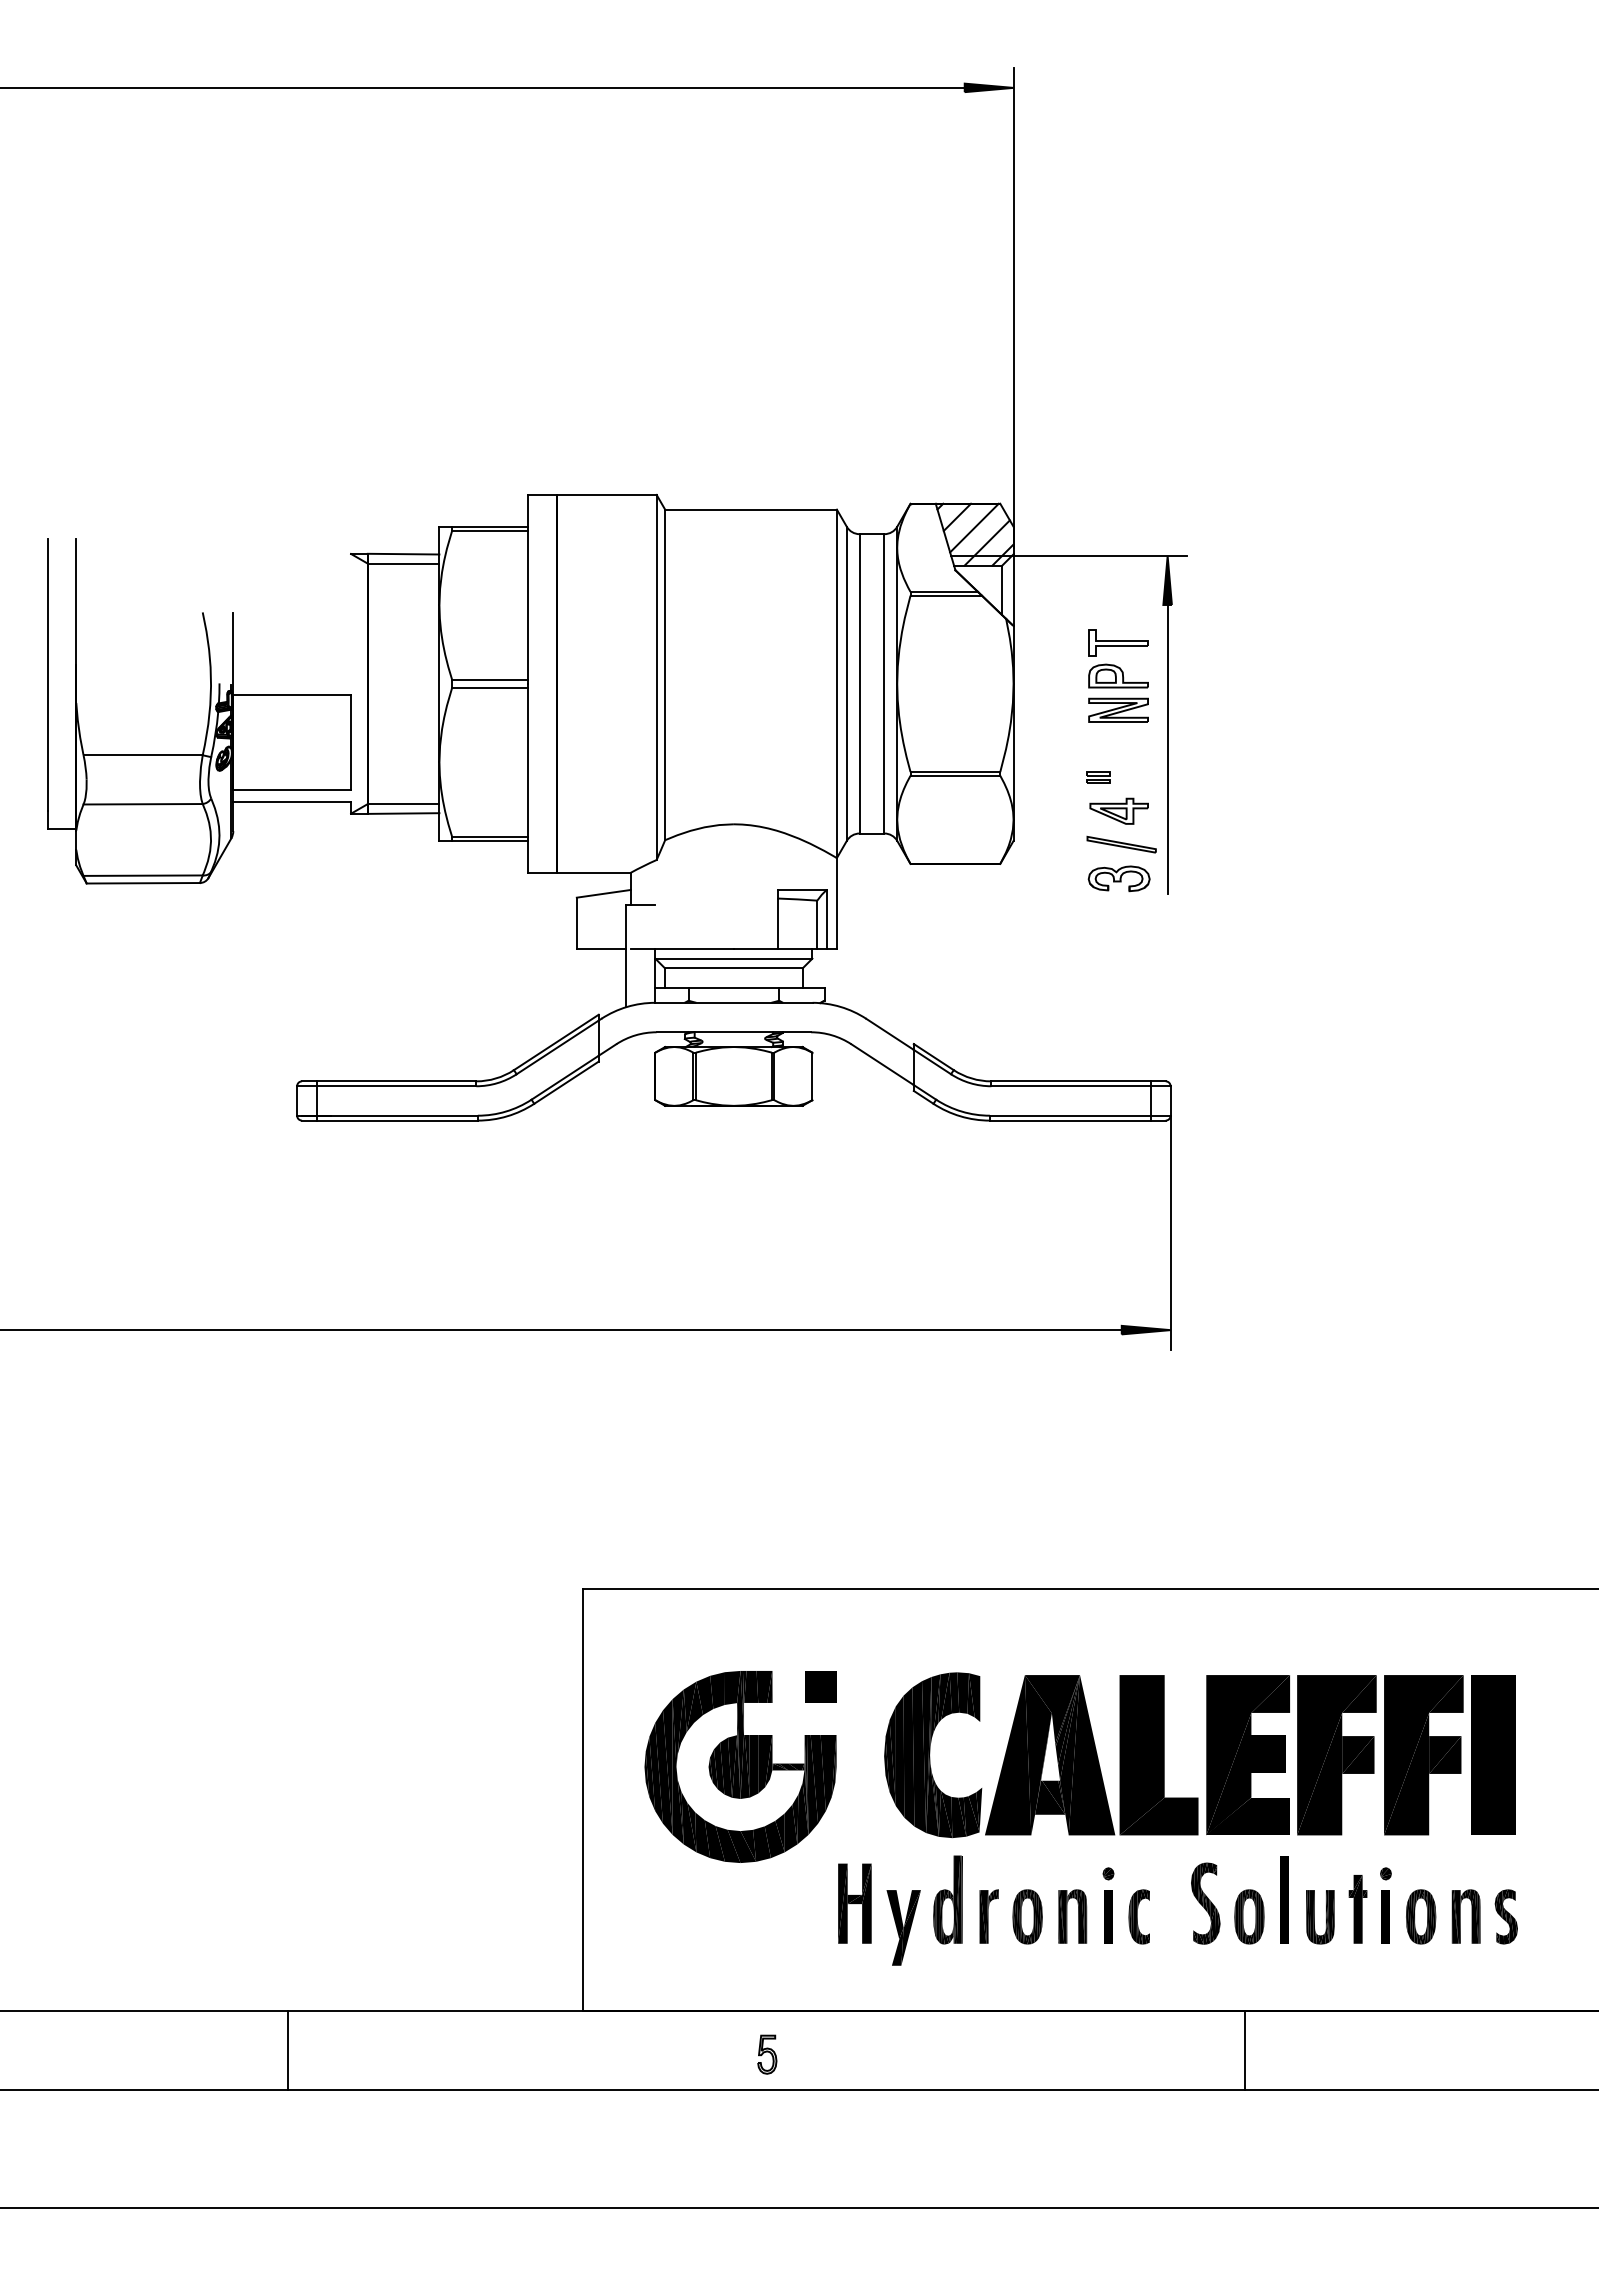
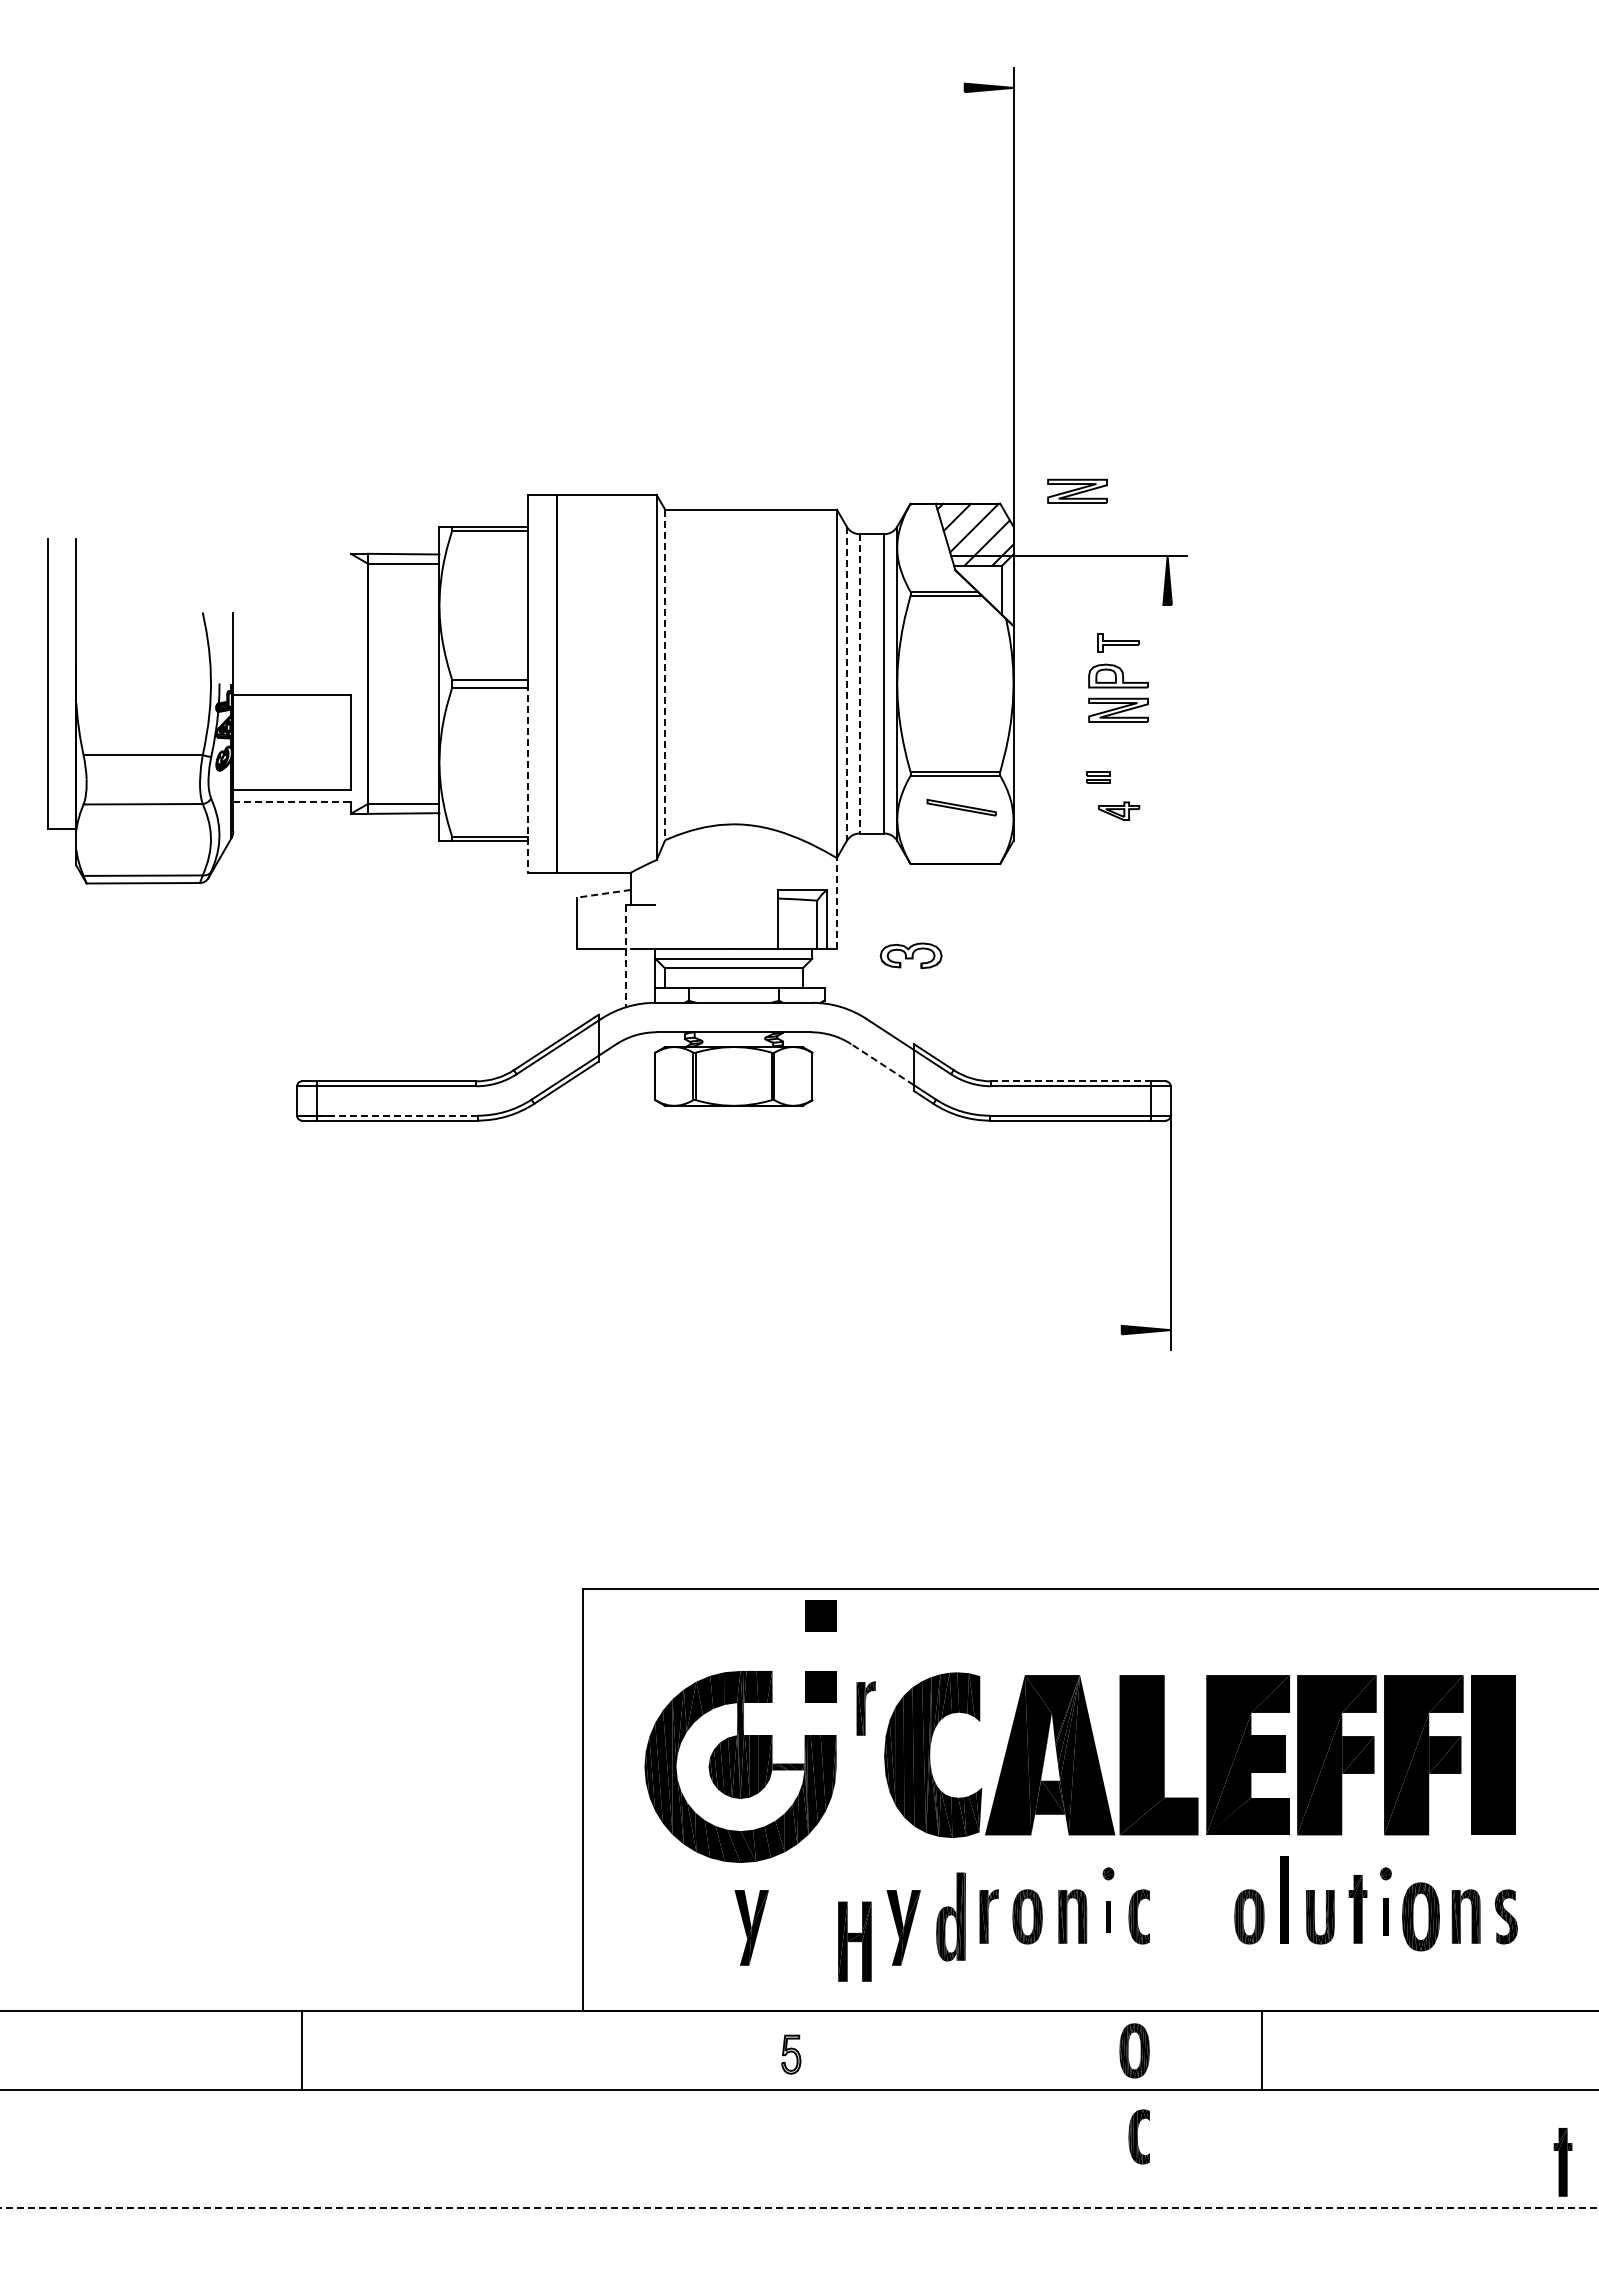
line at (483, 87): present -> none
part at (1077, 490): none -> present
part at (1118, 642) size: 61x28 px -> 43x20 px
line at (665, 675): solid -> dashed
line at (859, 683): solid -> dashed
line at (846, 684): solid -> dashed
line at (1167, 749): present -> none
line at (527, 778): solid -> dashed
line at (292, 801): solid -> dashed
part at (1118, 810) size: 60x28 px -> 43x20 px
part at (1121, 844) position: (1121, 844) -> (961, 807)
part at (1118, 878) position: (1118, 878) -> (910, 955)
line at (603, 893): solid -> dashed
line at (836, 902): solid -> dashed
line at (625, 956): solid -> dashed
line at (882, 1064): solid -> dashed
line at (1071, 1081): solid -> dashed
line at (397, 1115): solid -> dashed
line at (561, 1330): present -> none
part at (820, 1615): none -> present
part at (865, 1708): none -> present
part at (947, 1899) position: (947, 1899) -> (950, 1916)
part at (854, 1903) position: (854, 1903) -> (854, 1941)
part at (1205, 1903): present -> none
part at (1108, 1916) size: 9x54 px -> 5x32 px
part at (1385, 1916) size: 9x54 px -> 6x38 px
part at (1421, 1916) size: 31x56 px -> 38x70 px
part at (751, 1927): none -> present
line at (288, 2050) position: (288, 2050) -> (302, 2050)
part at (1134, 2050): none -> present
line at (1245, 2050) position: (1245, 2050) -> (1262, 2050)
part at (767, 2054) position: (767, 2054) -> (791, 2054)
part at (1138, 2136): none -> present
part at (1562, 2162): none -> present
line at (799, 2207): solid -> dashed
